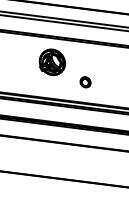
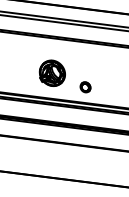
part at (51, 61) position: (51, 61) -> (51, 72)
part at (85, 82) position: (85, 82) -> (85, 87)
